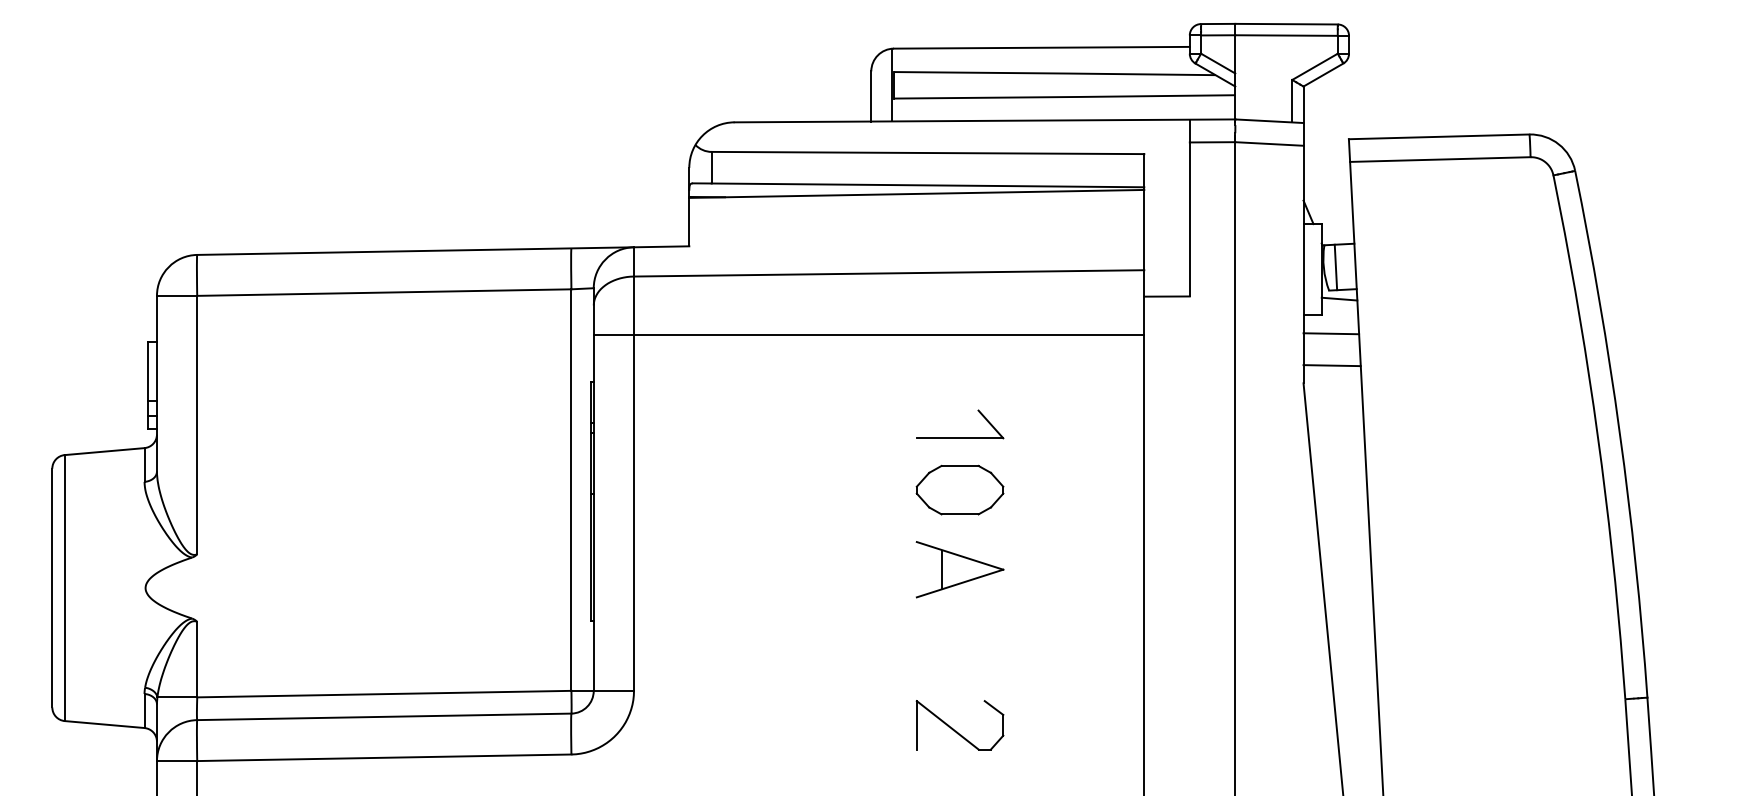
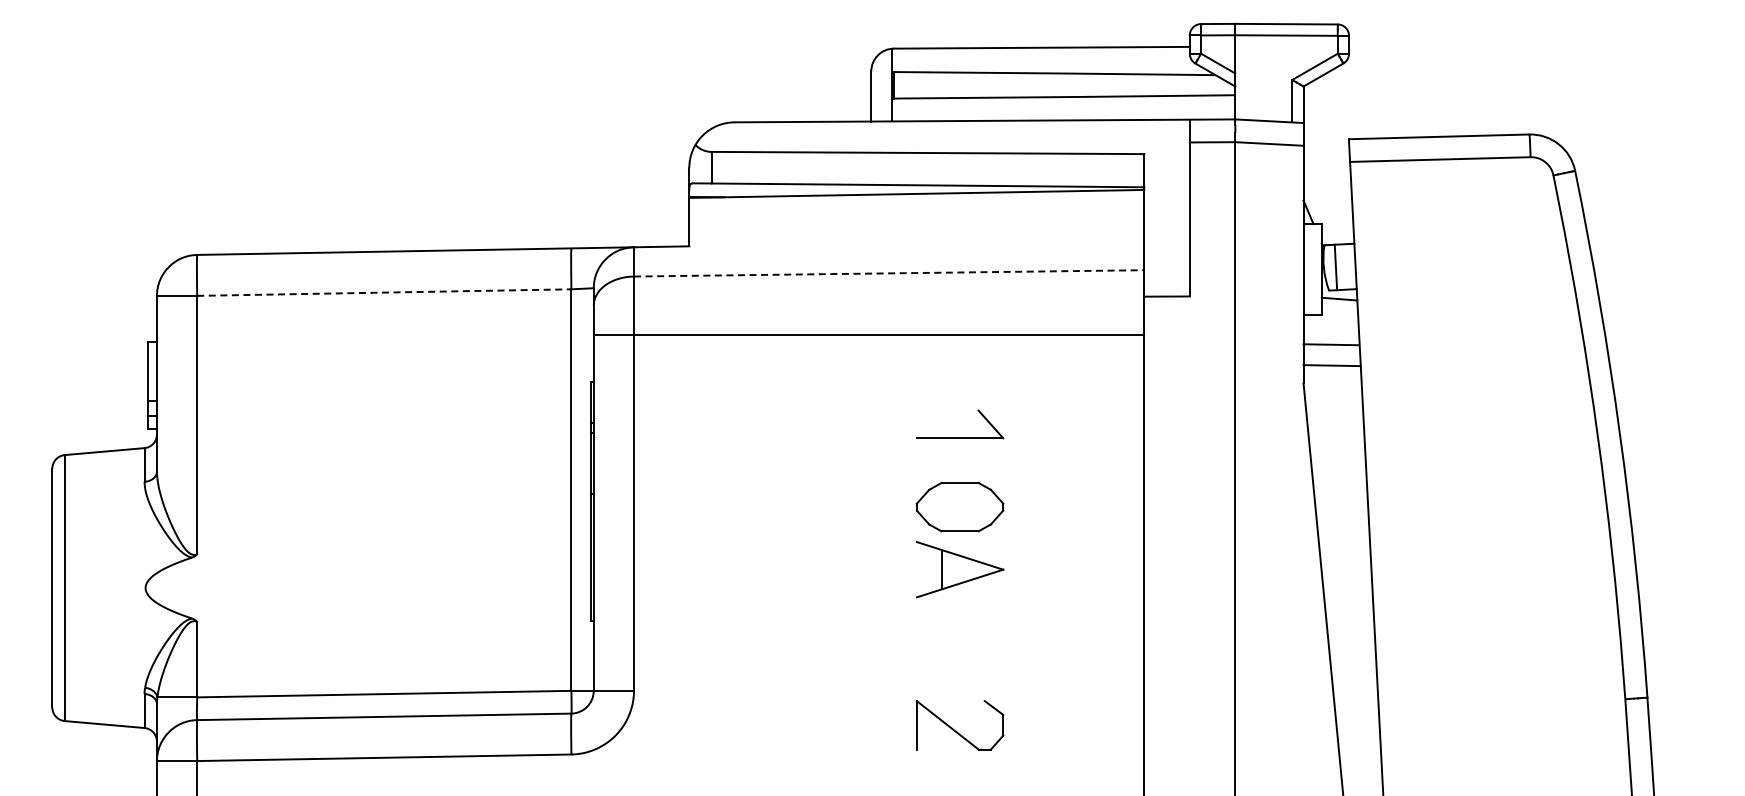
line at (889, 273): solid -> dashed
line at (384, 292): solid -> dashed
line at (1331, 333) position: (1331, 333) -> (1331, 344)
part at (959, 489) position: (959, 489) -> (959, 506)
